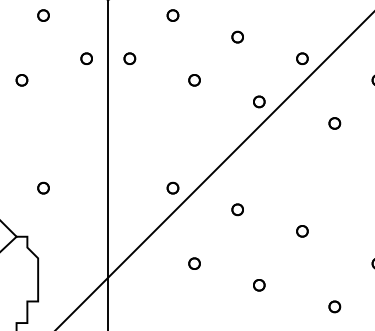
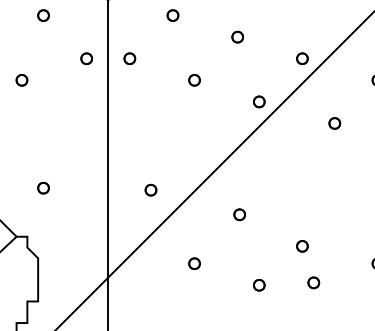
part at (172, 187) position: (172, 187) -> (150, 189)
part at (237, 209) position: (237, 209) -> (239, 214)
part at (302, 231) position: (302, 231) -> (302, 246)
part at (334, 306) position: (334, 306) -> (313, 282)
